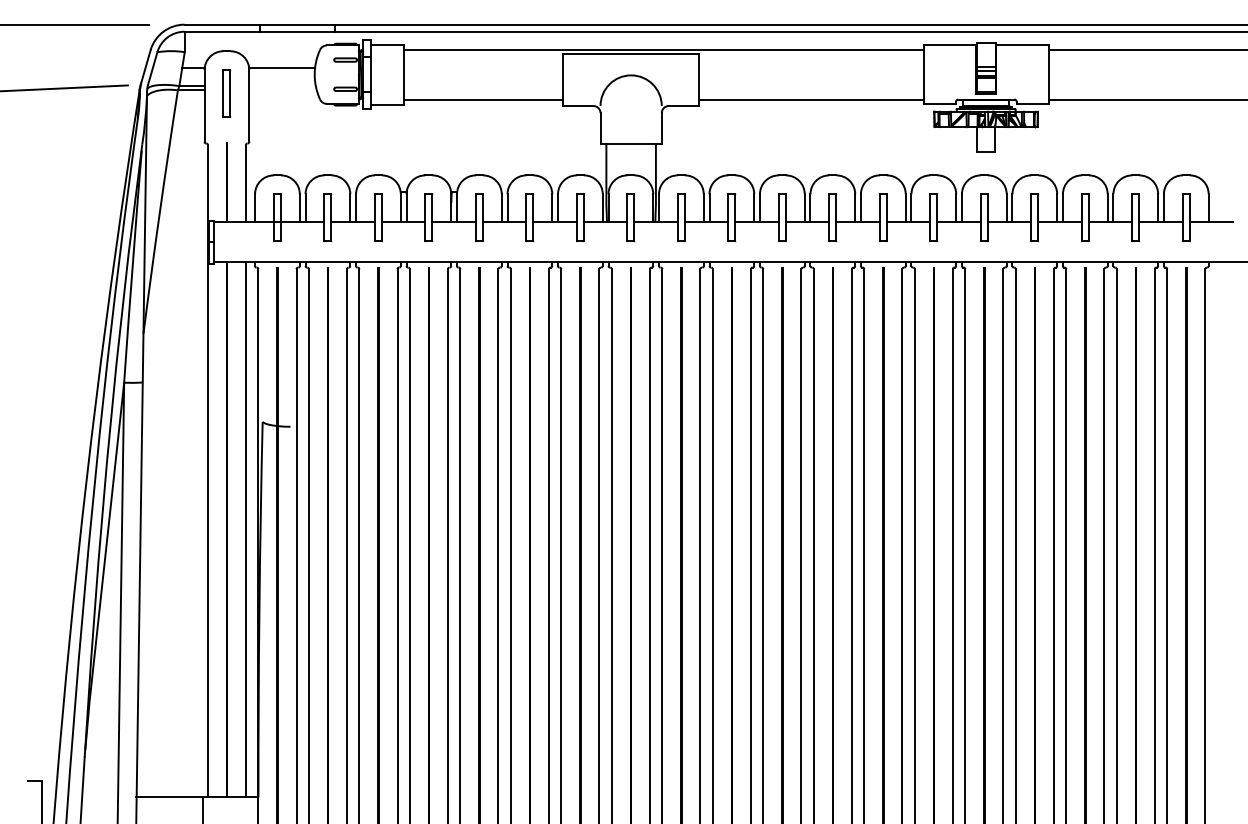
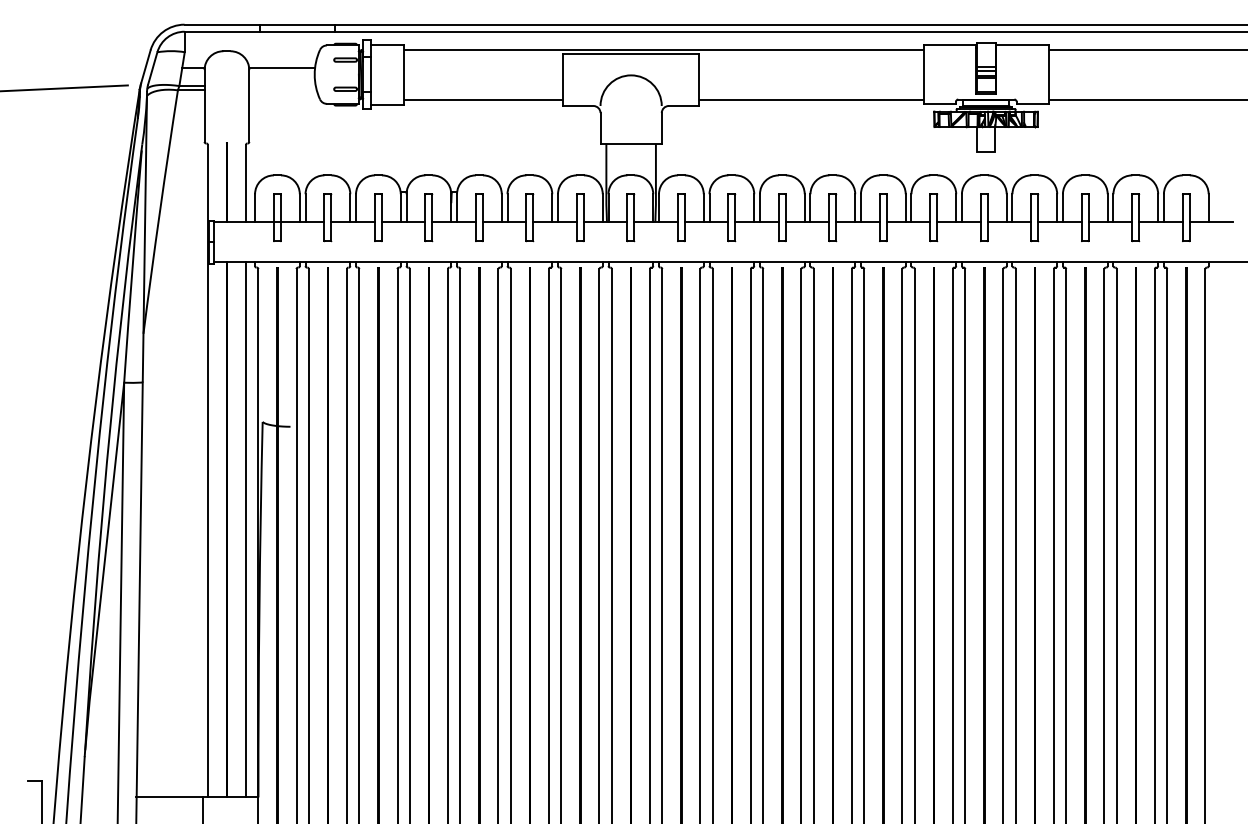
line at (75, 24): present -> none
part at (226, 93): present -> none
